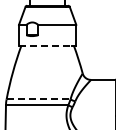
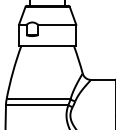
line at (45, 45): dashed -> solid
line at (38, 99): dashed -> solid
